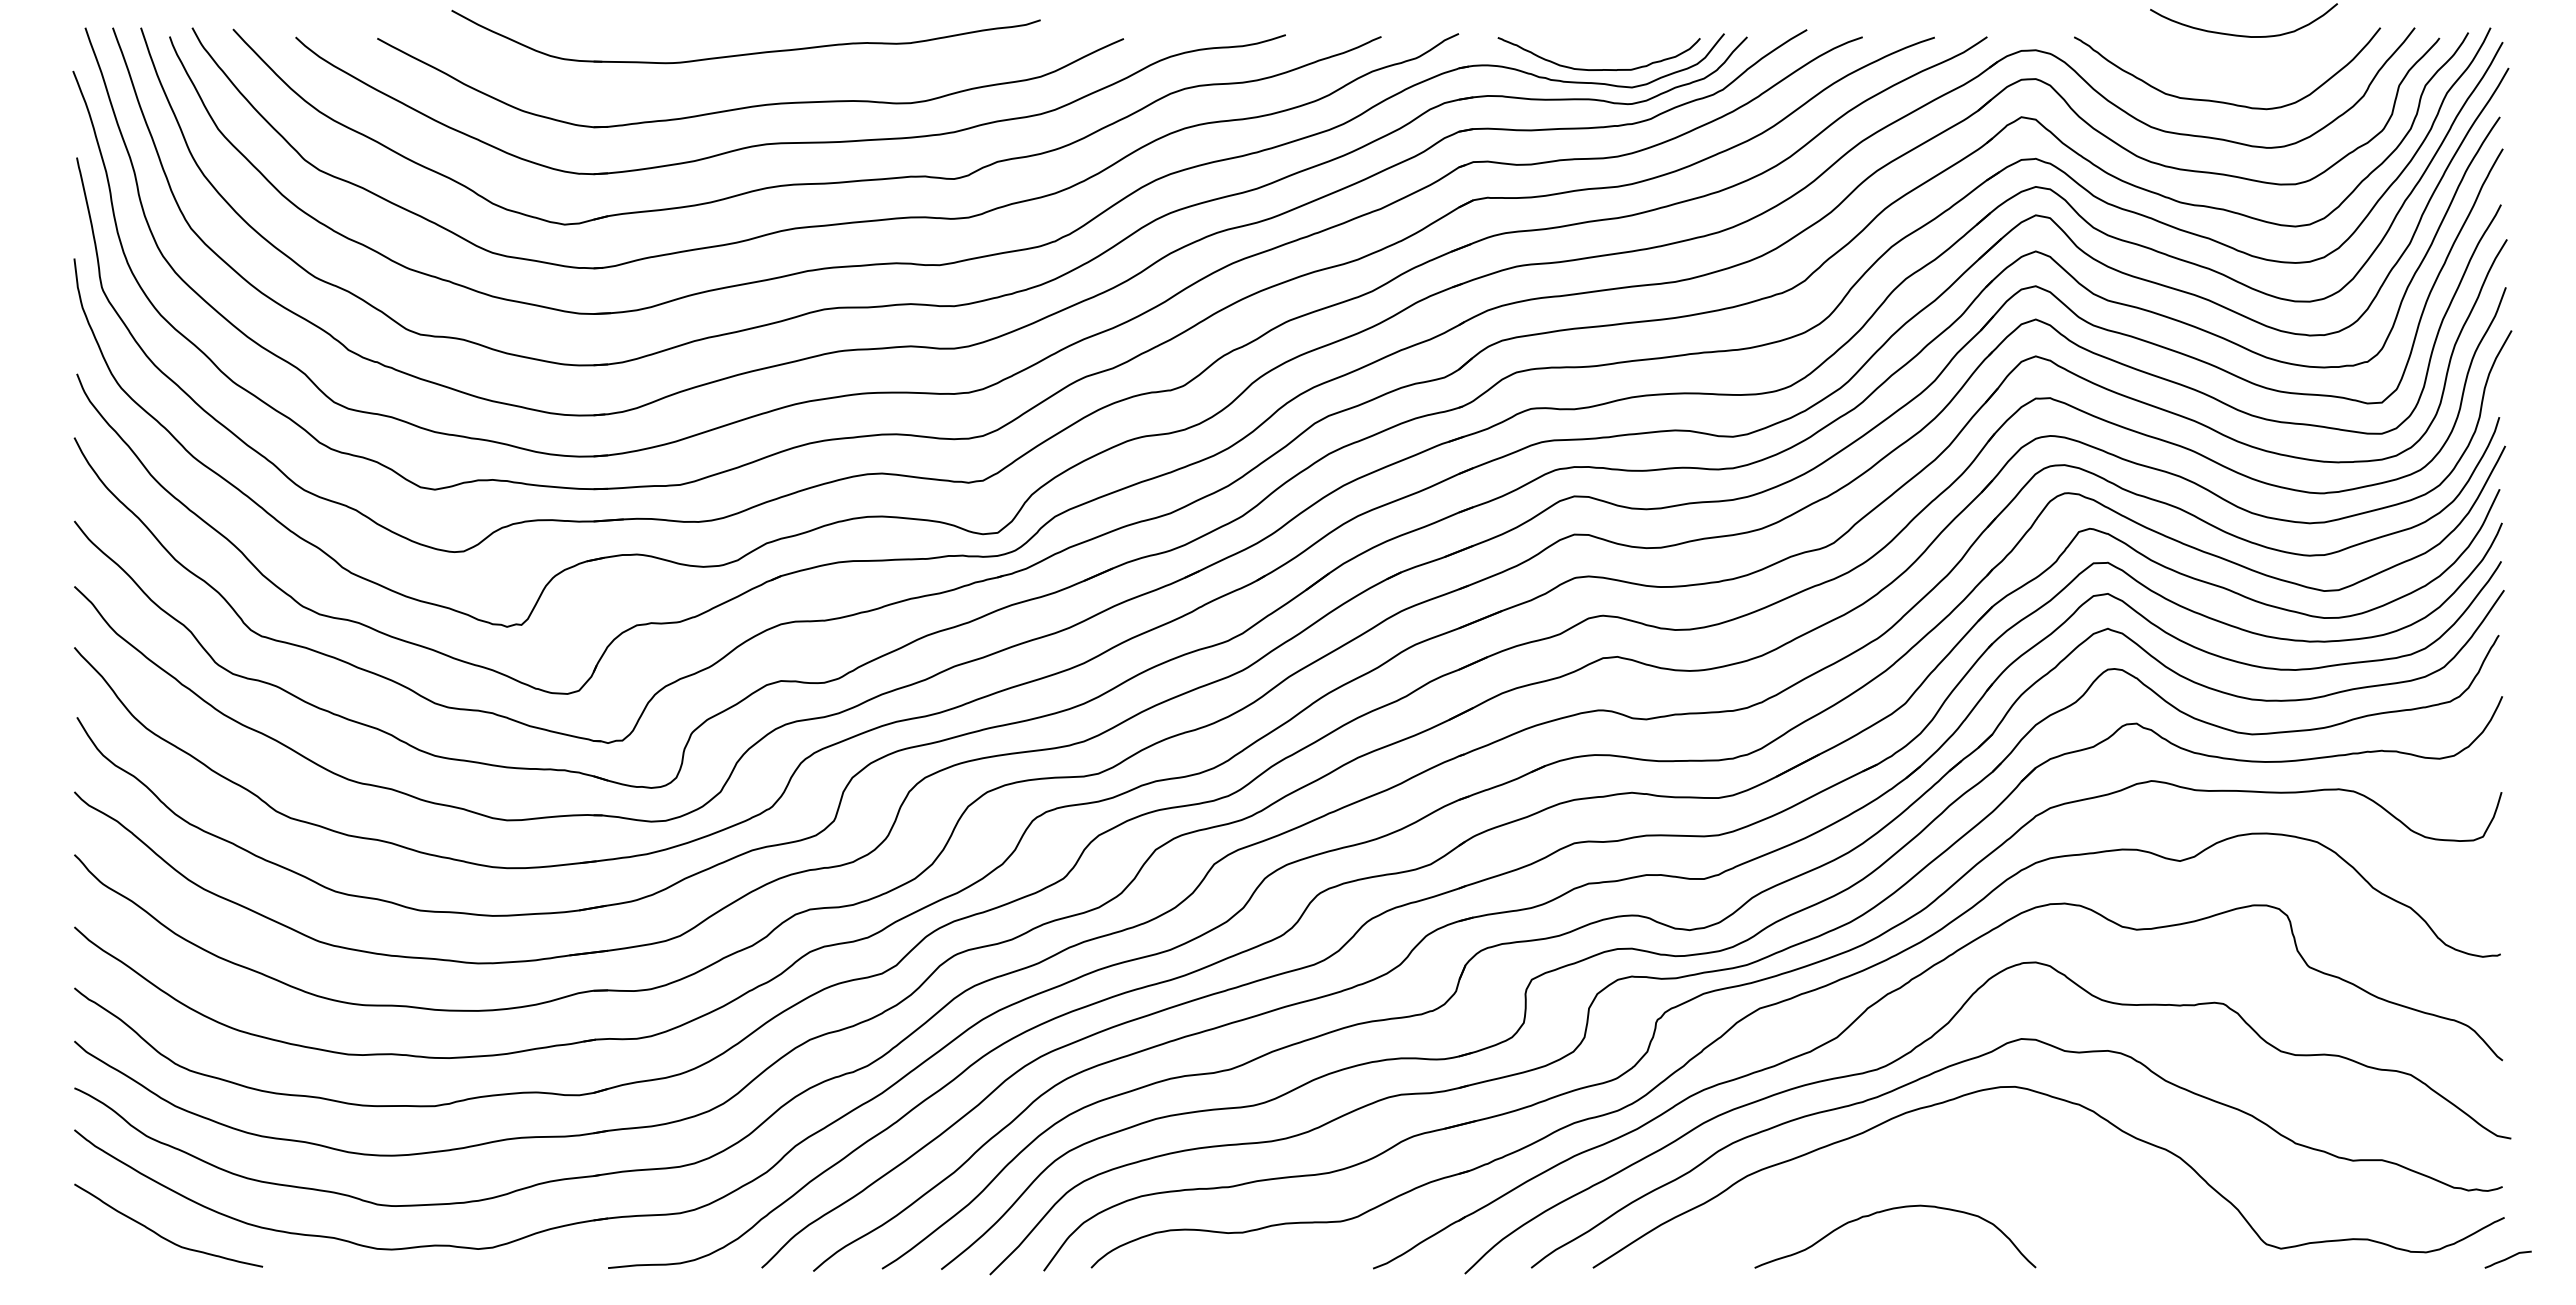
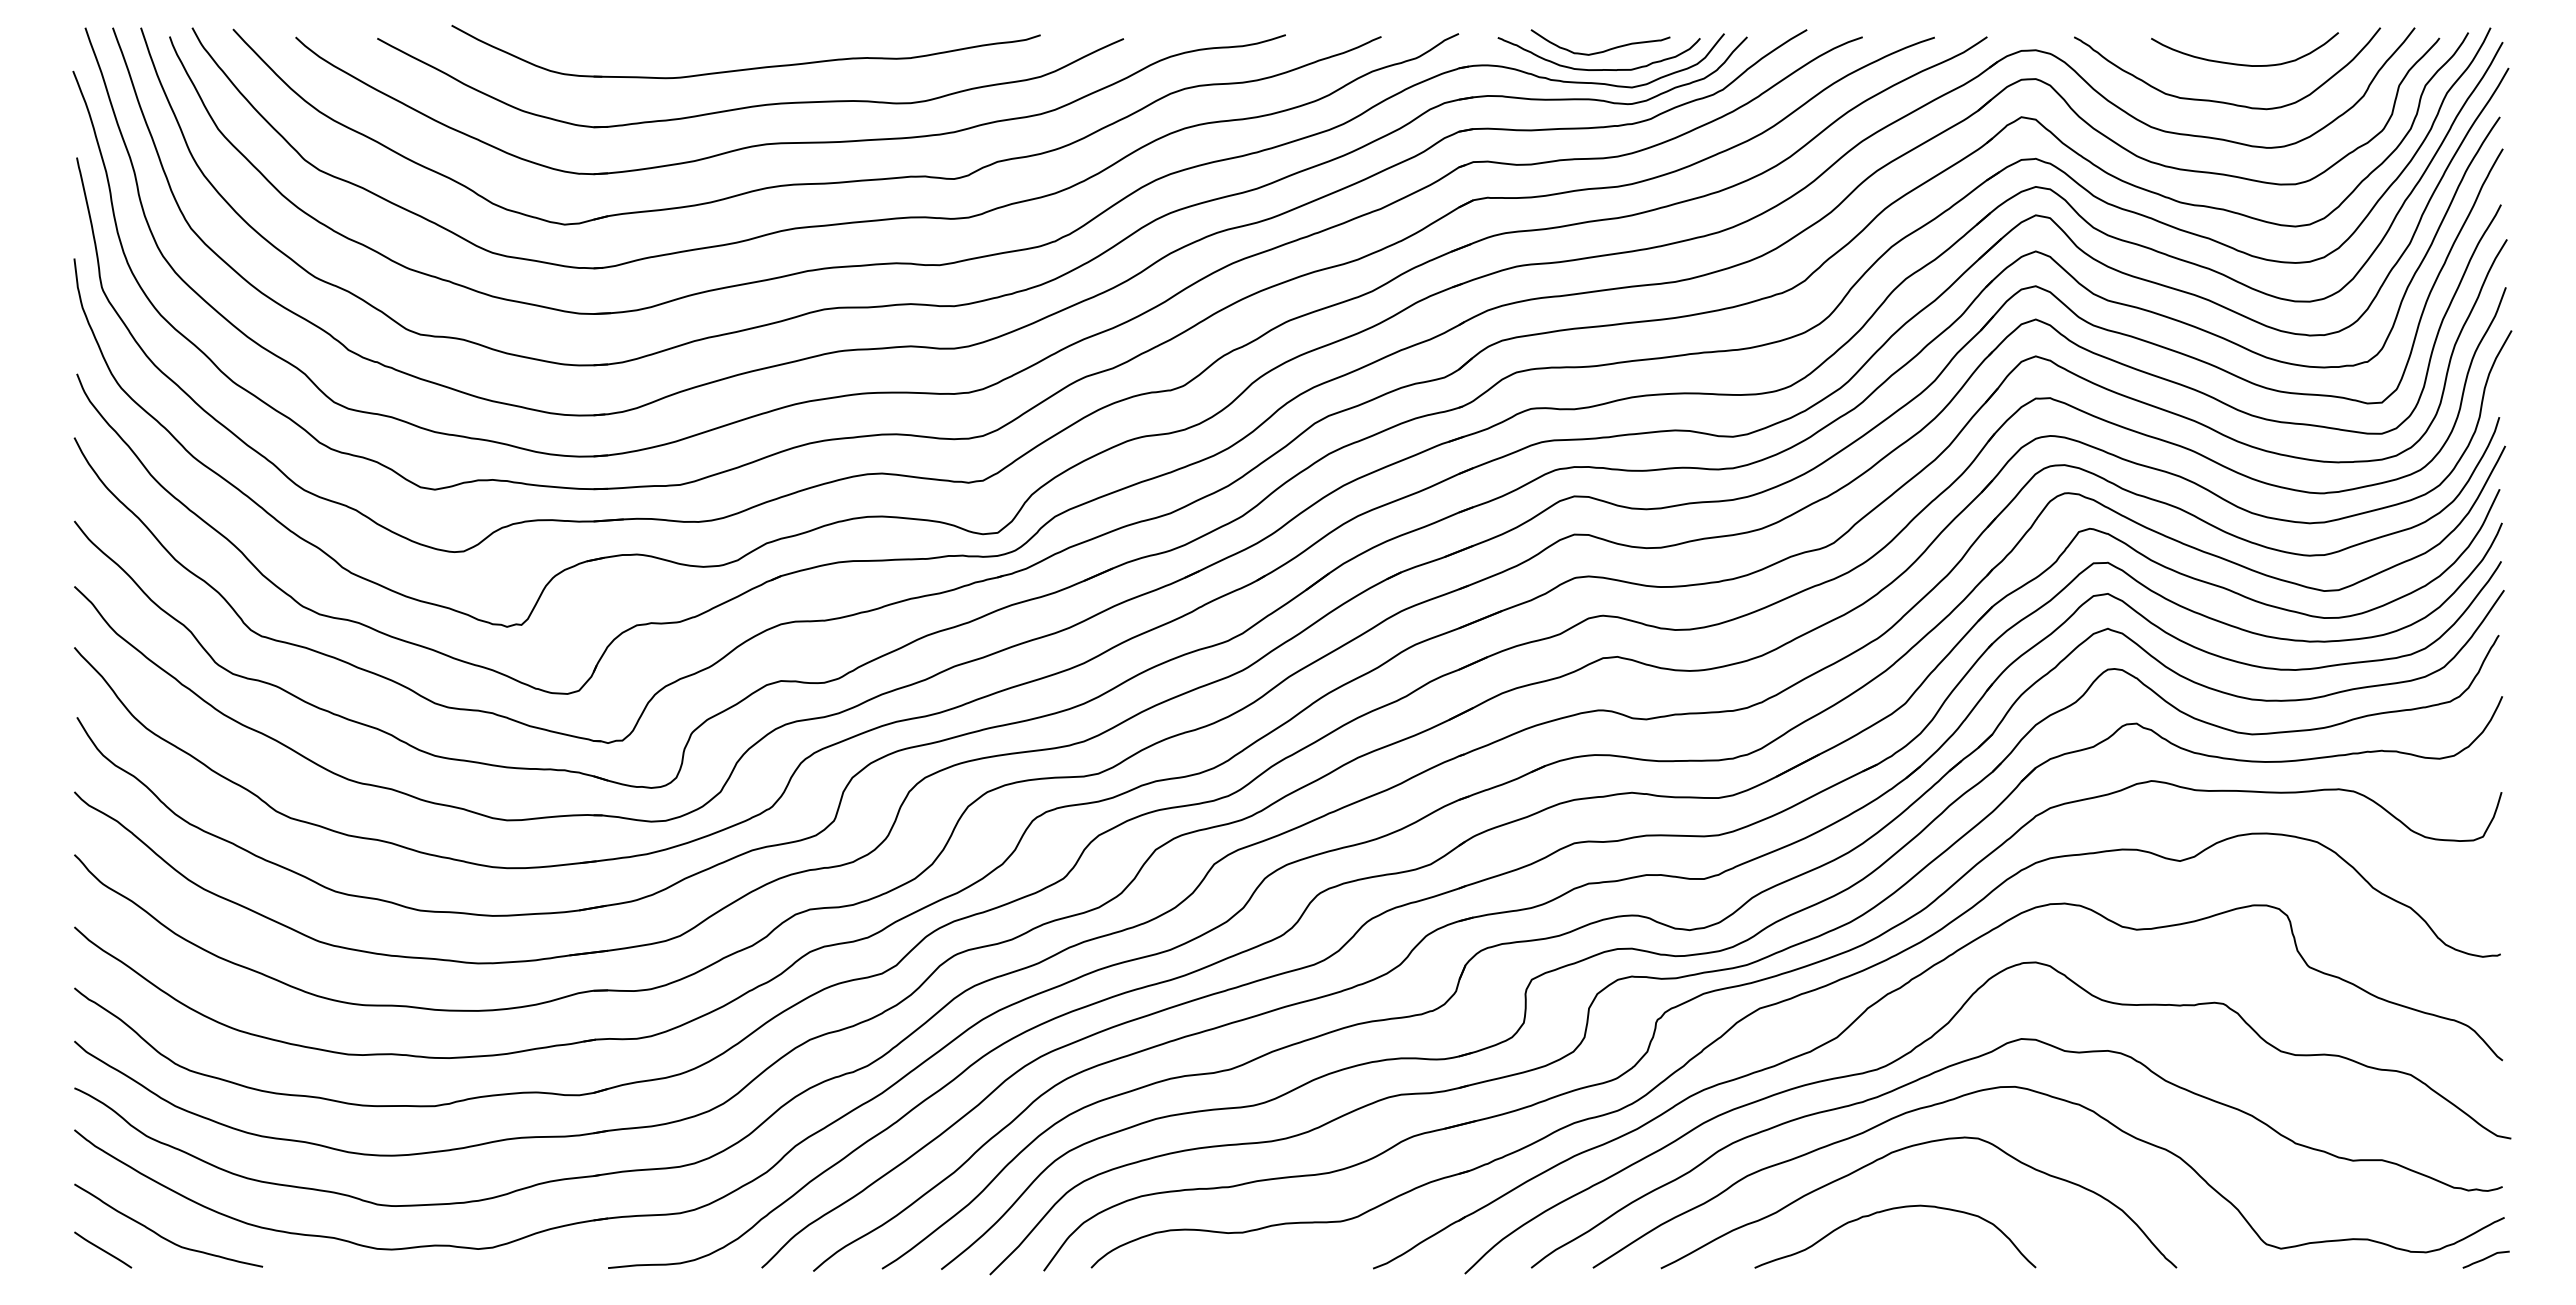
curve at (2238, 34) position: (2238, 34) -> (2239, 63)
curve at (1603, 50): none -> present
part at (745, 53) position: (745, 53) -> (745, 68)
curve at (1901, 1150): none -> present
line at (103, 1249): none -> present
curve at (2507, 1259) position: (2507, 1259) -> (2485, 1259)
